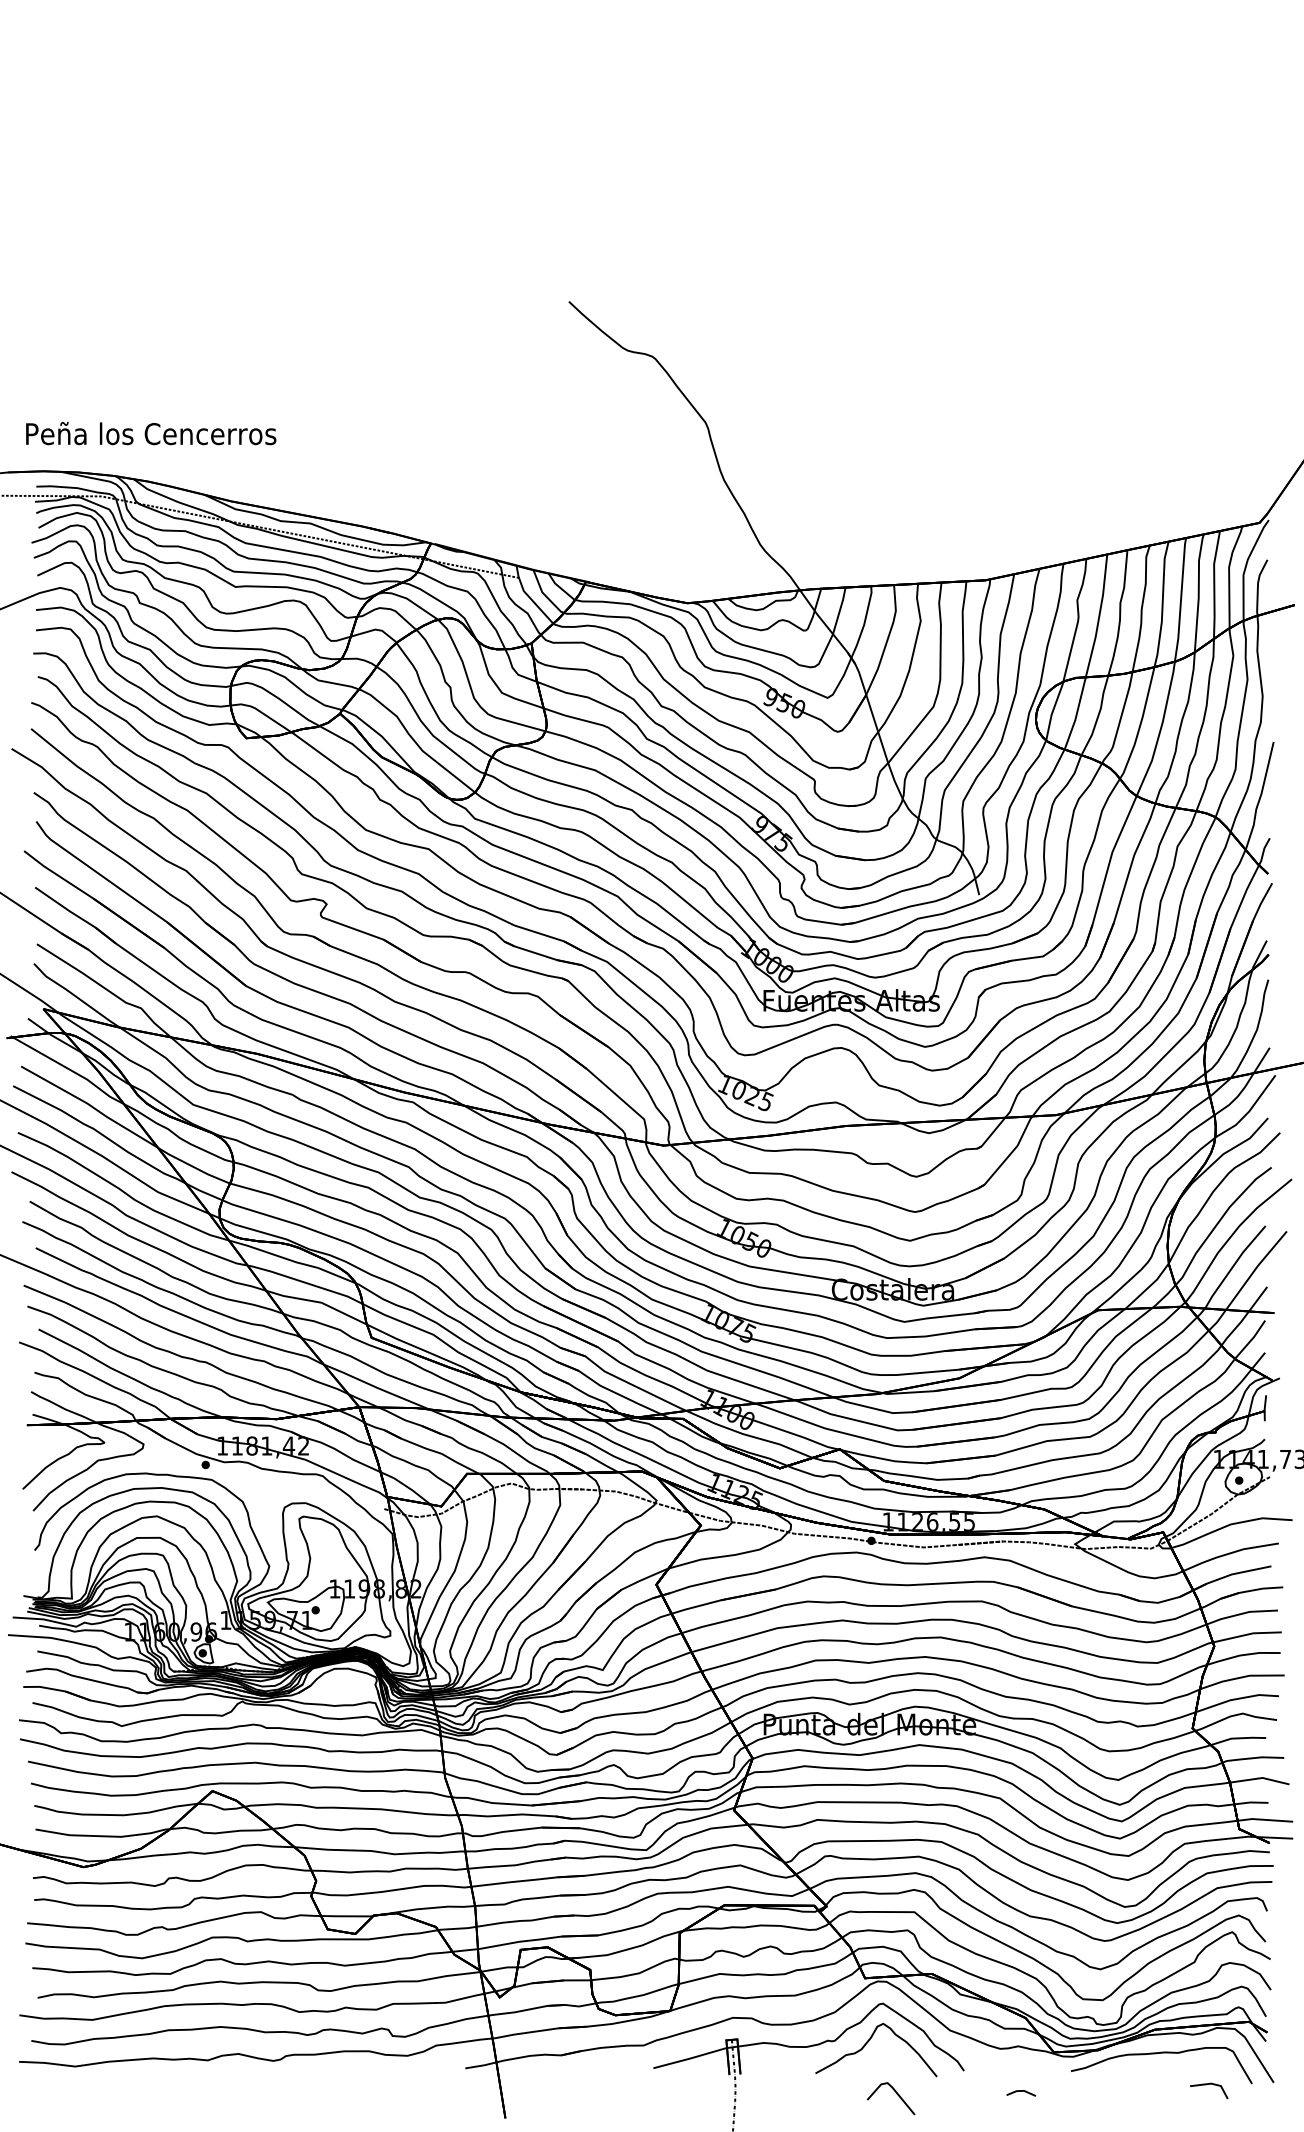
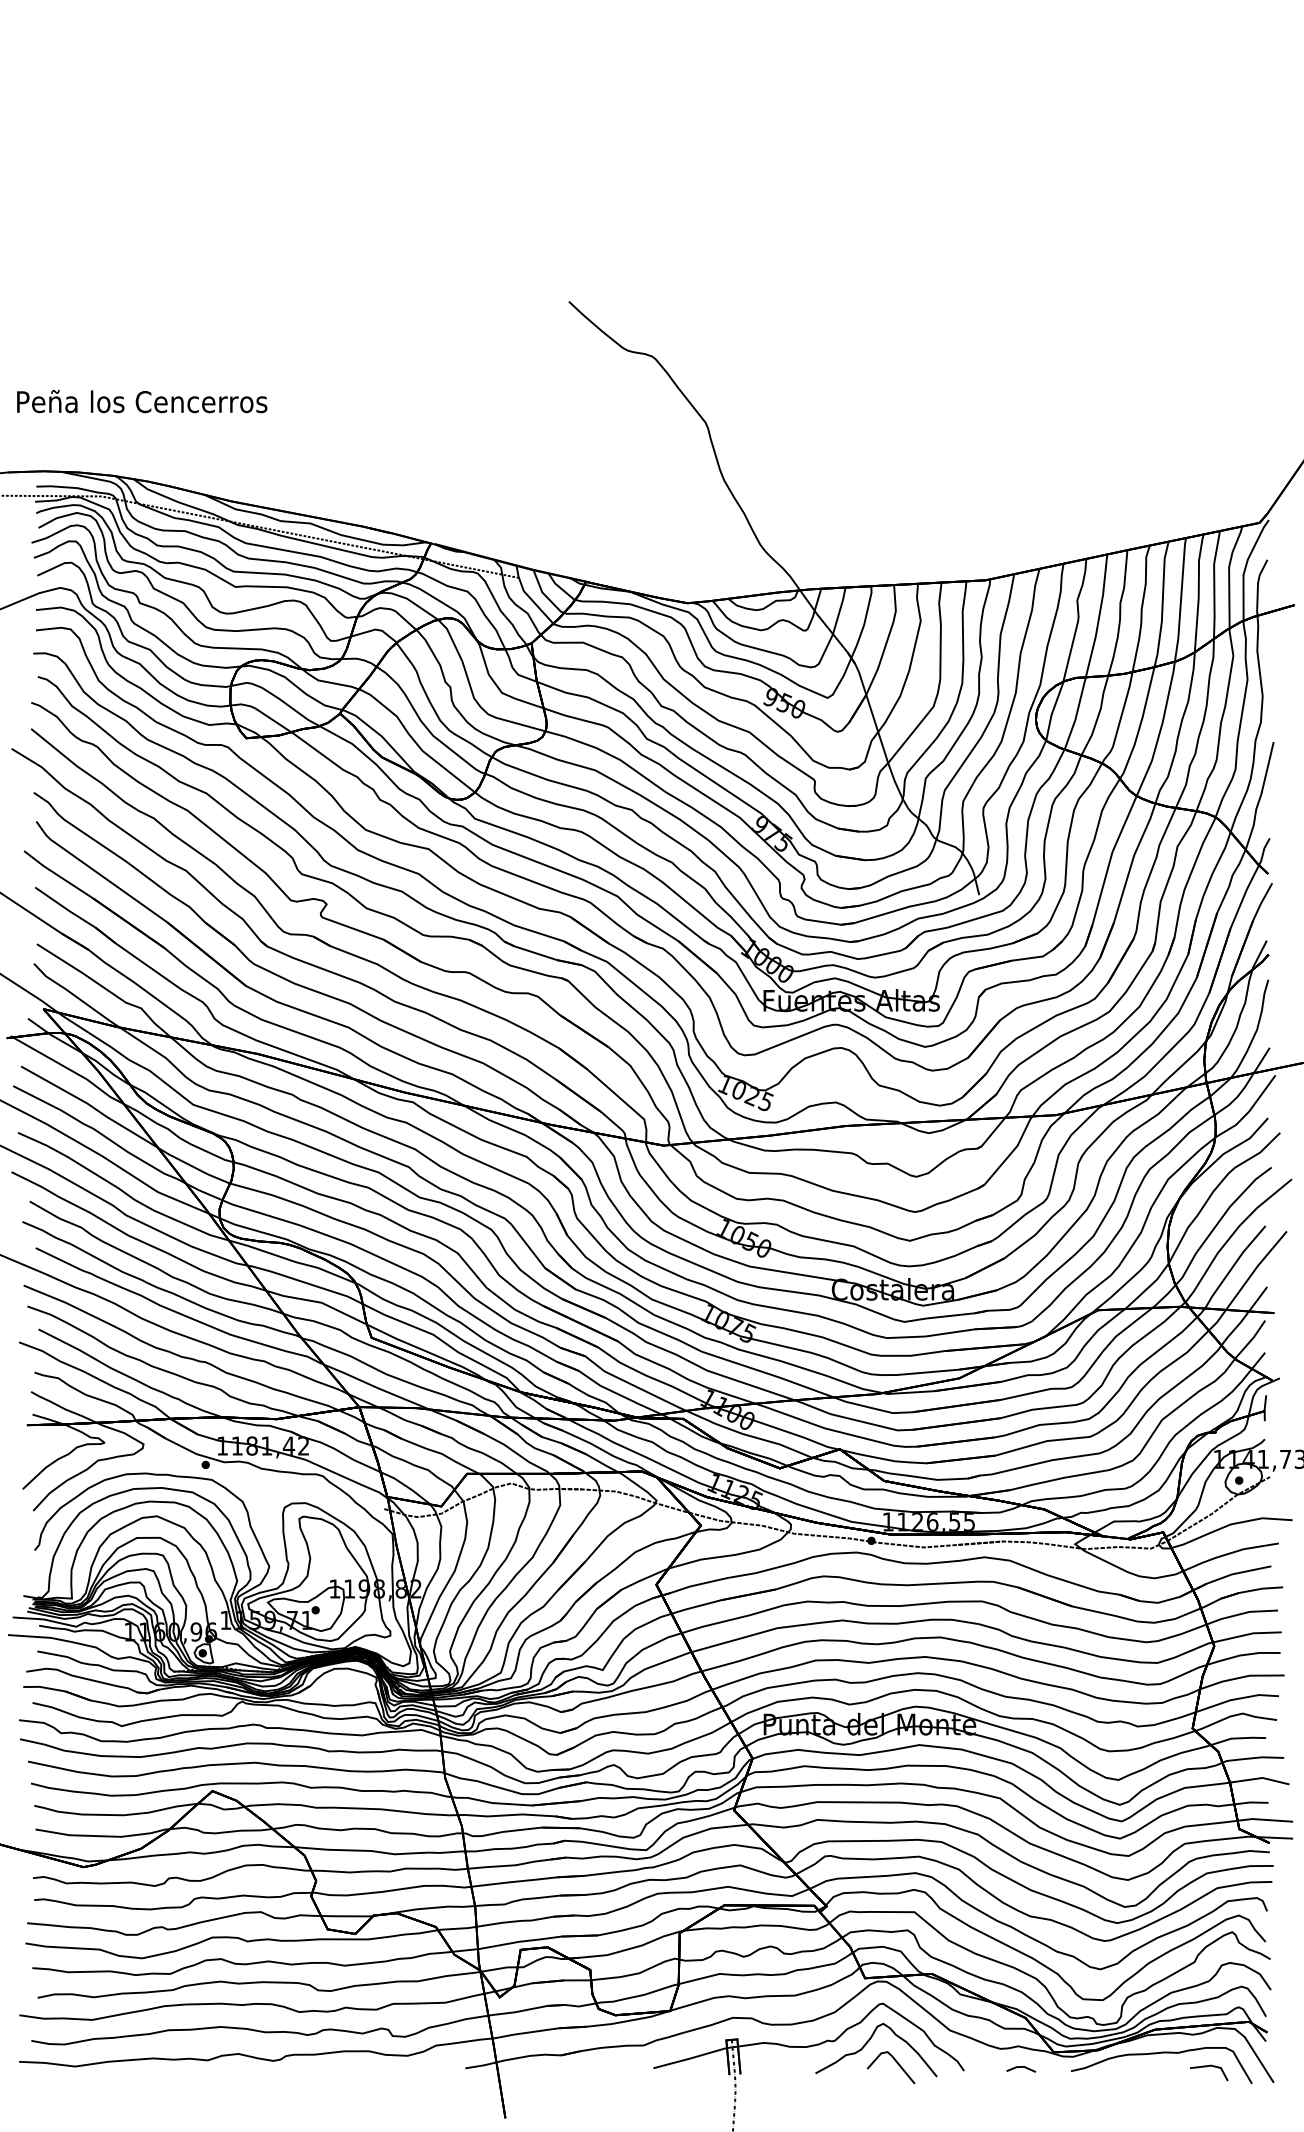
text at (151, 433) position: (151, 433) -> (142, 401)
line at (1206, 2085) position: (1206, 2085) -> (1206, 2067)
line at (1021, 2091) position: (1021, 2091) -> (1021, 2067)
line at (896, 2094) position: (896, 2094) -> (896, 2063)
